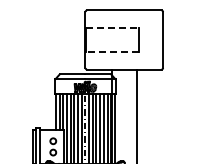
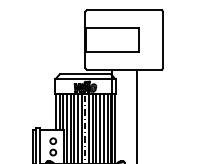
line at (113, 28): dashed -> solid
line at (112, 51): dashed -> solid
